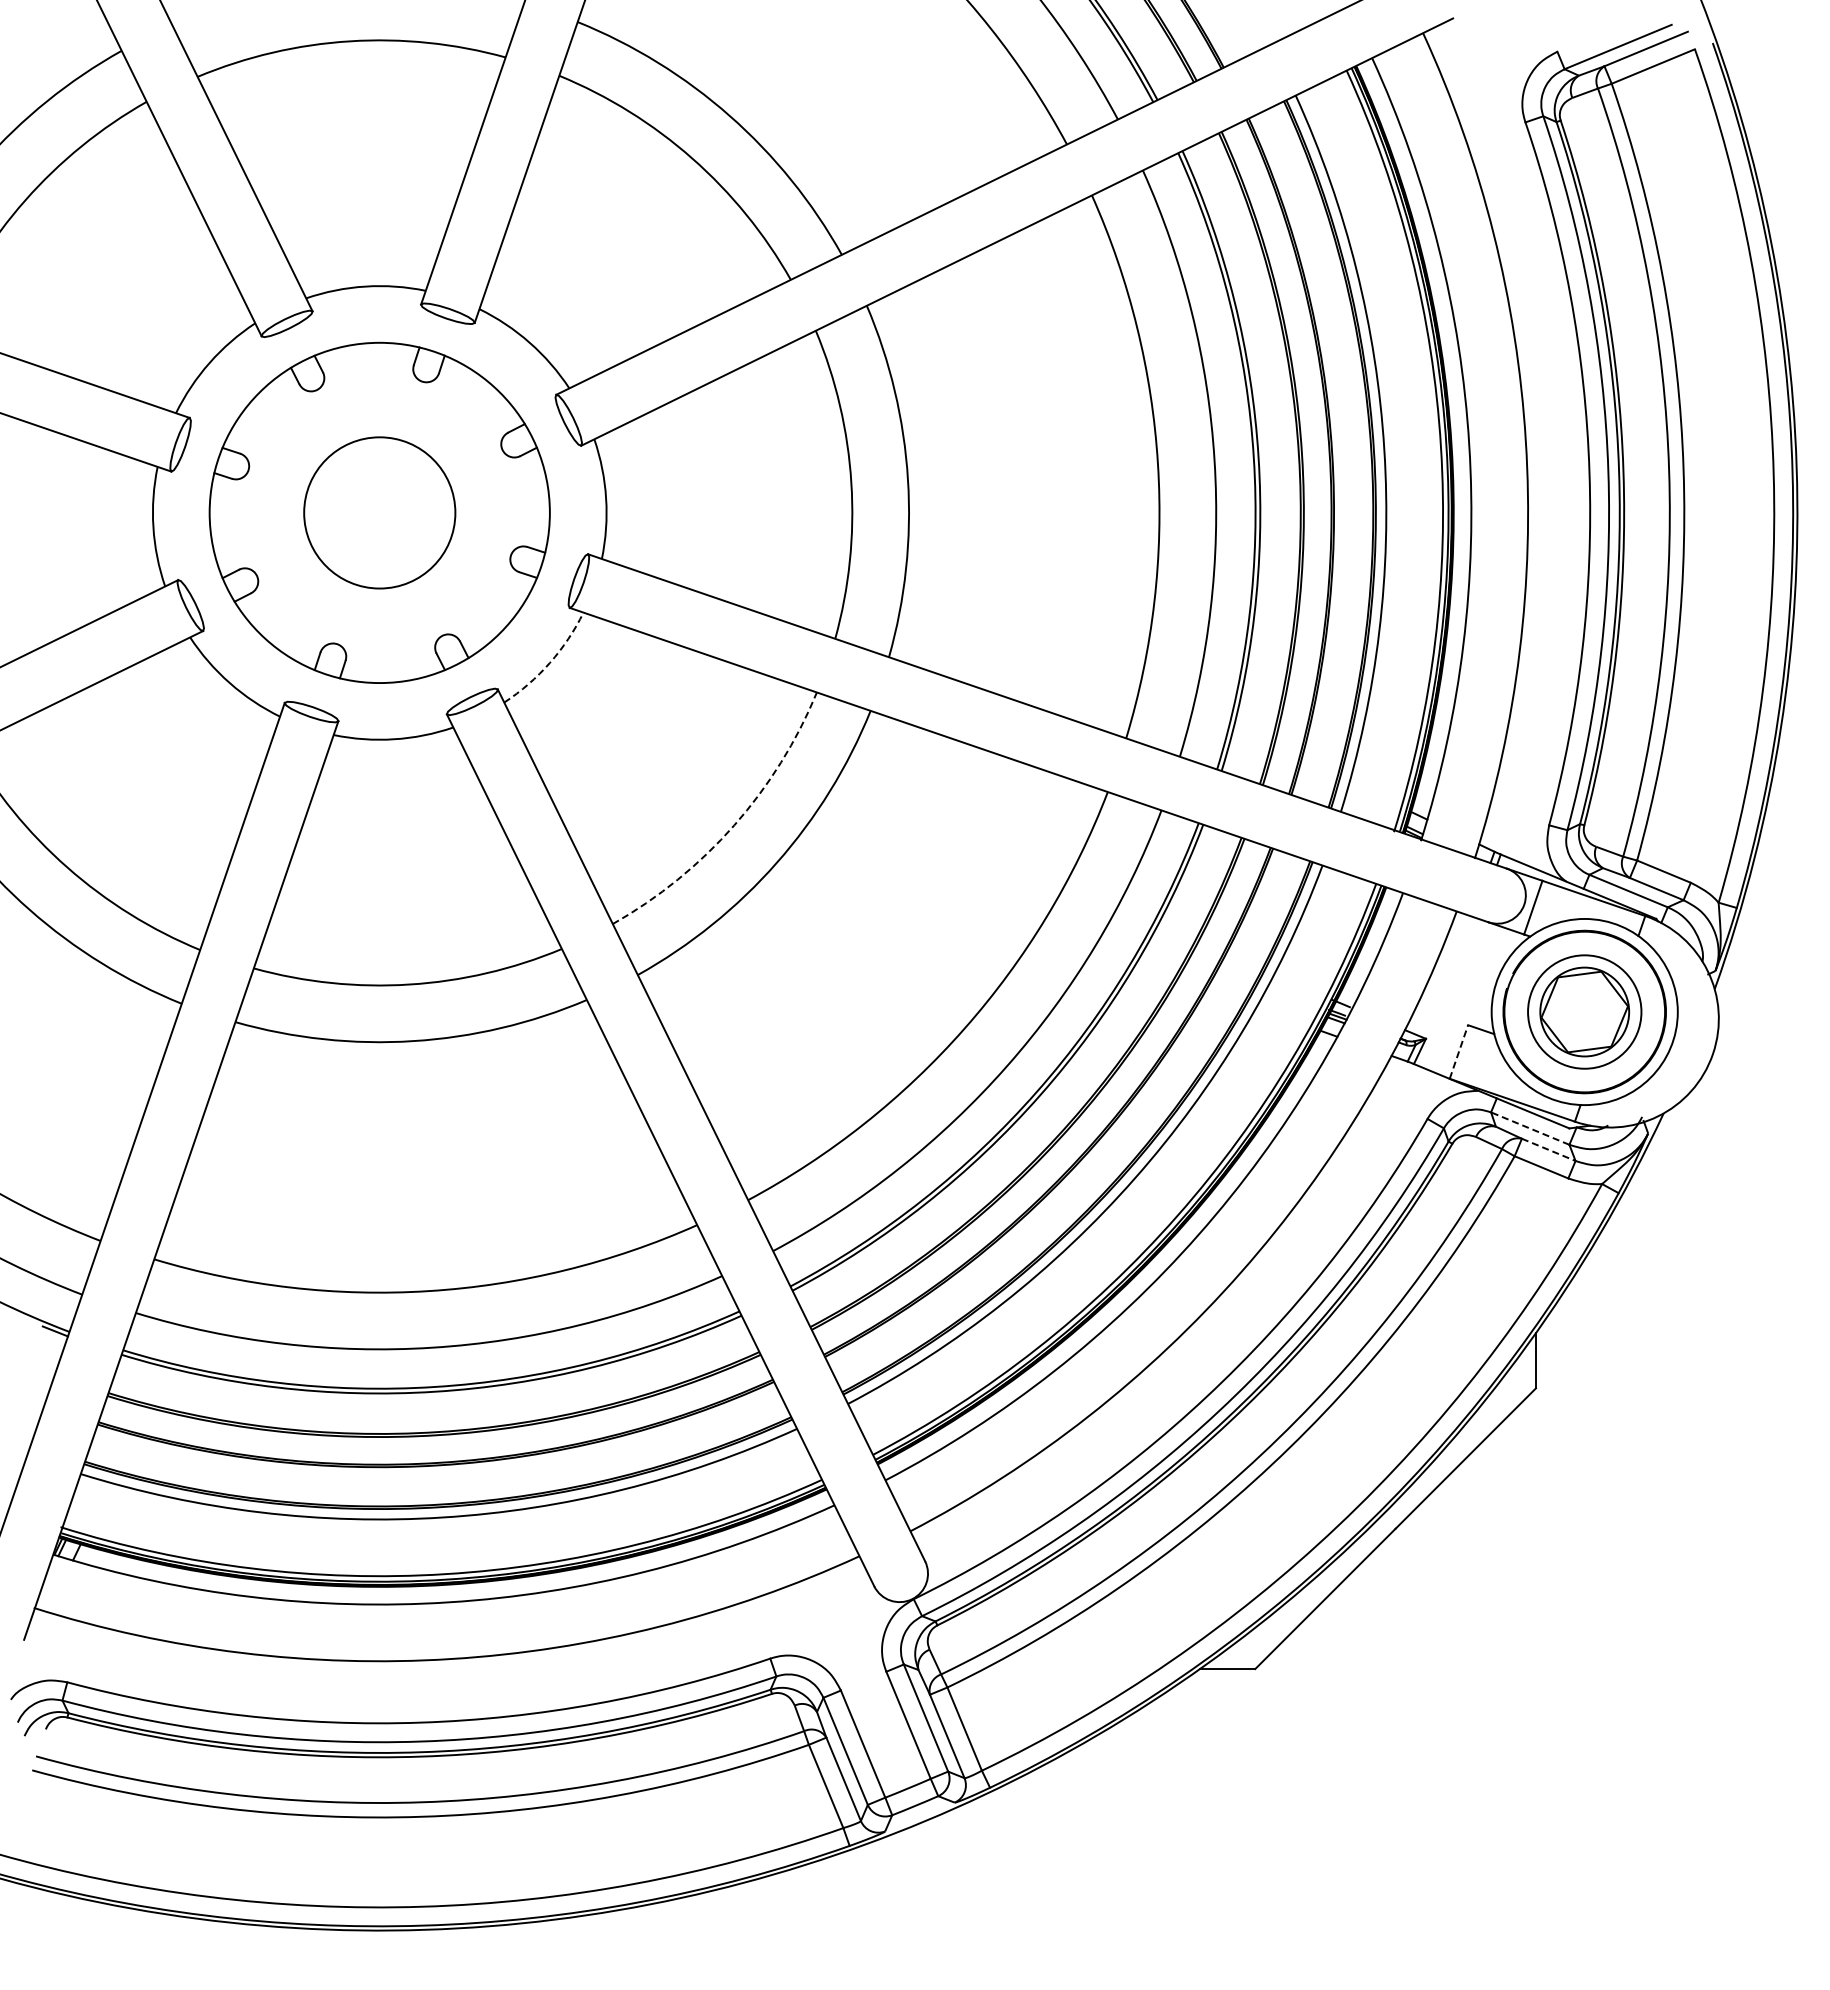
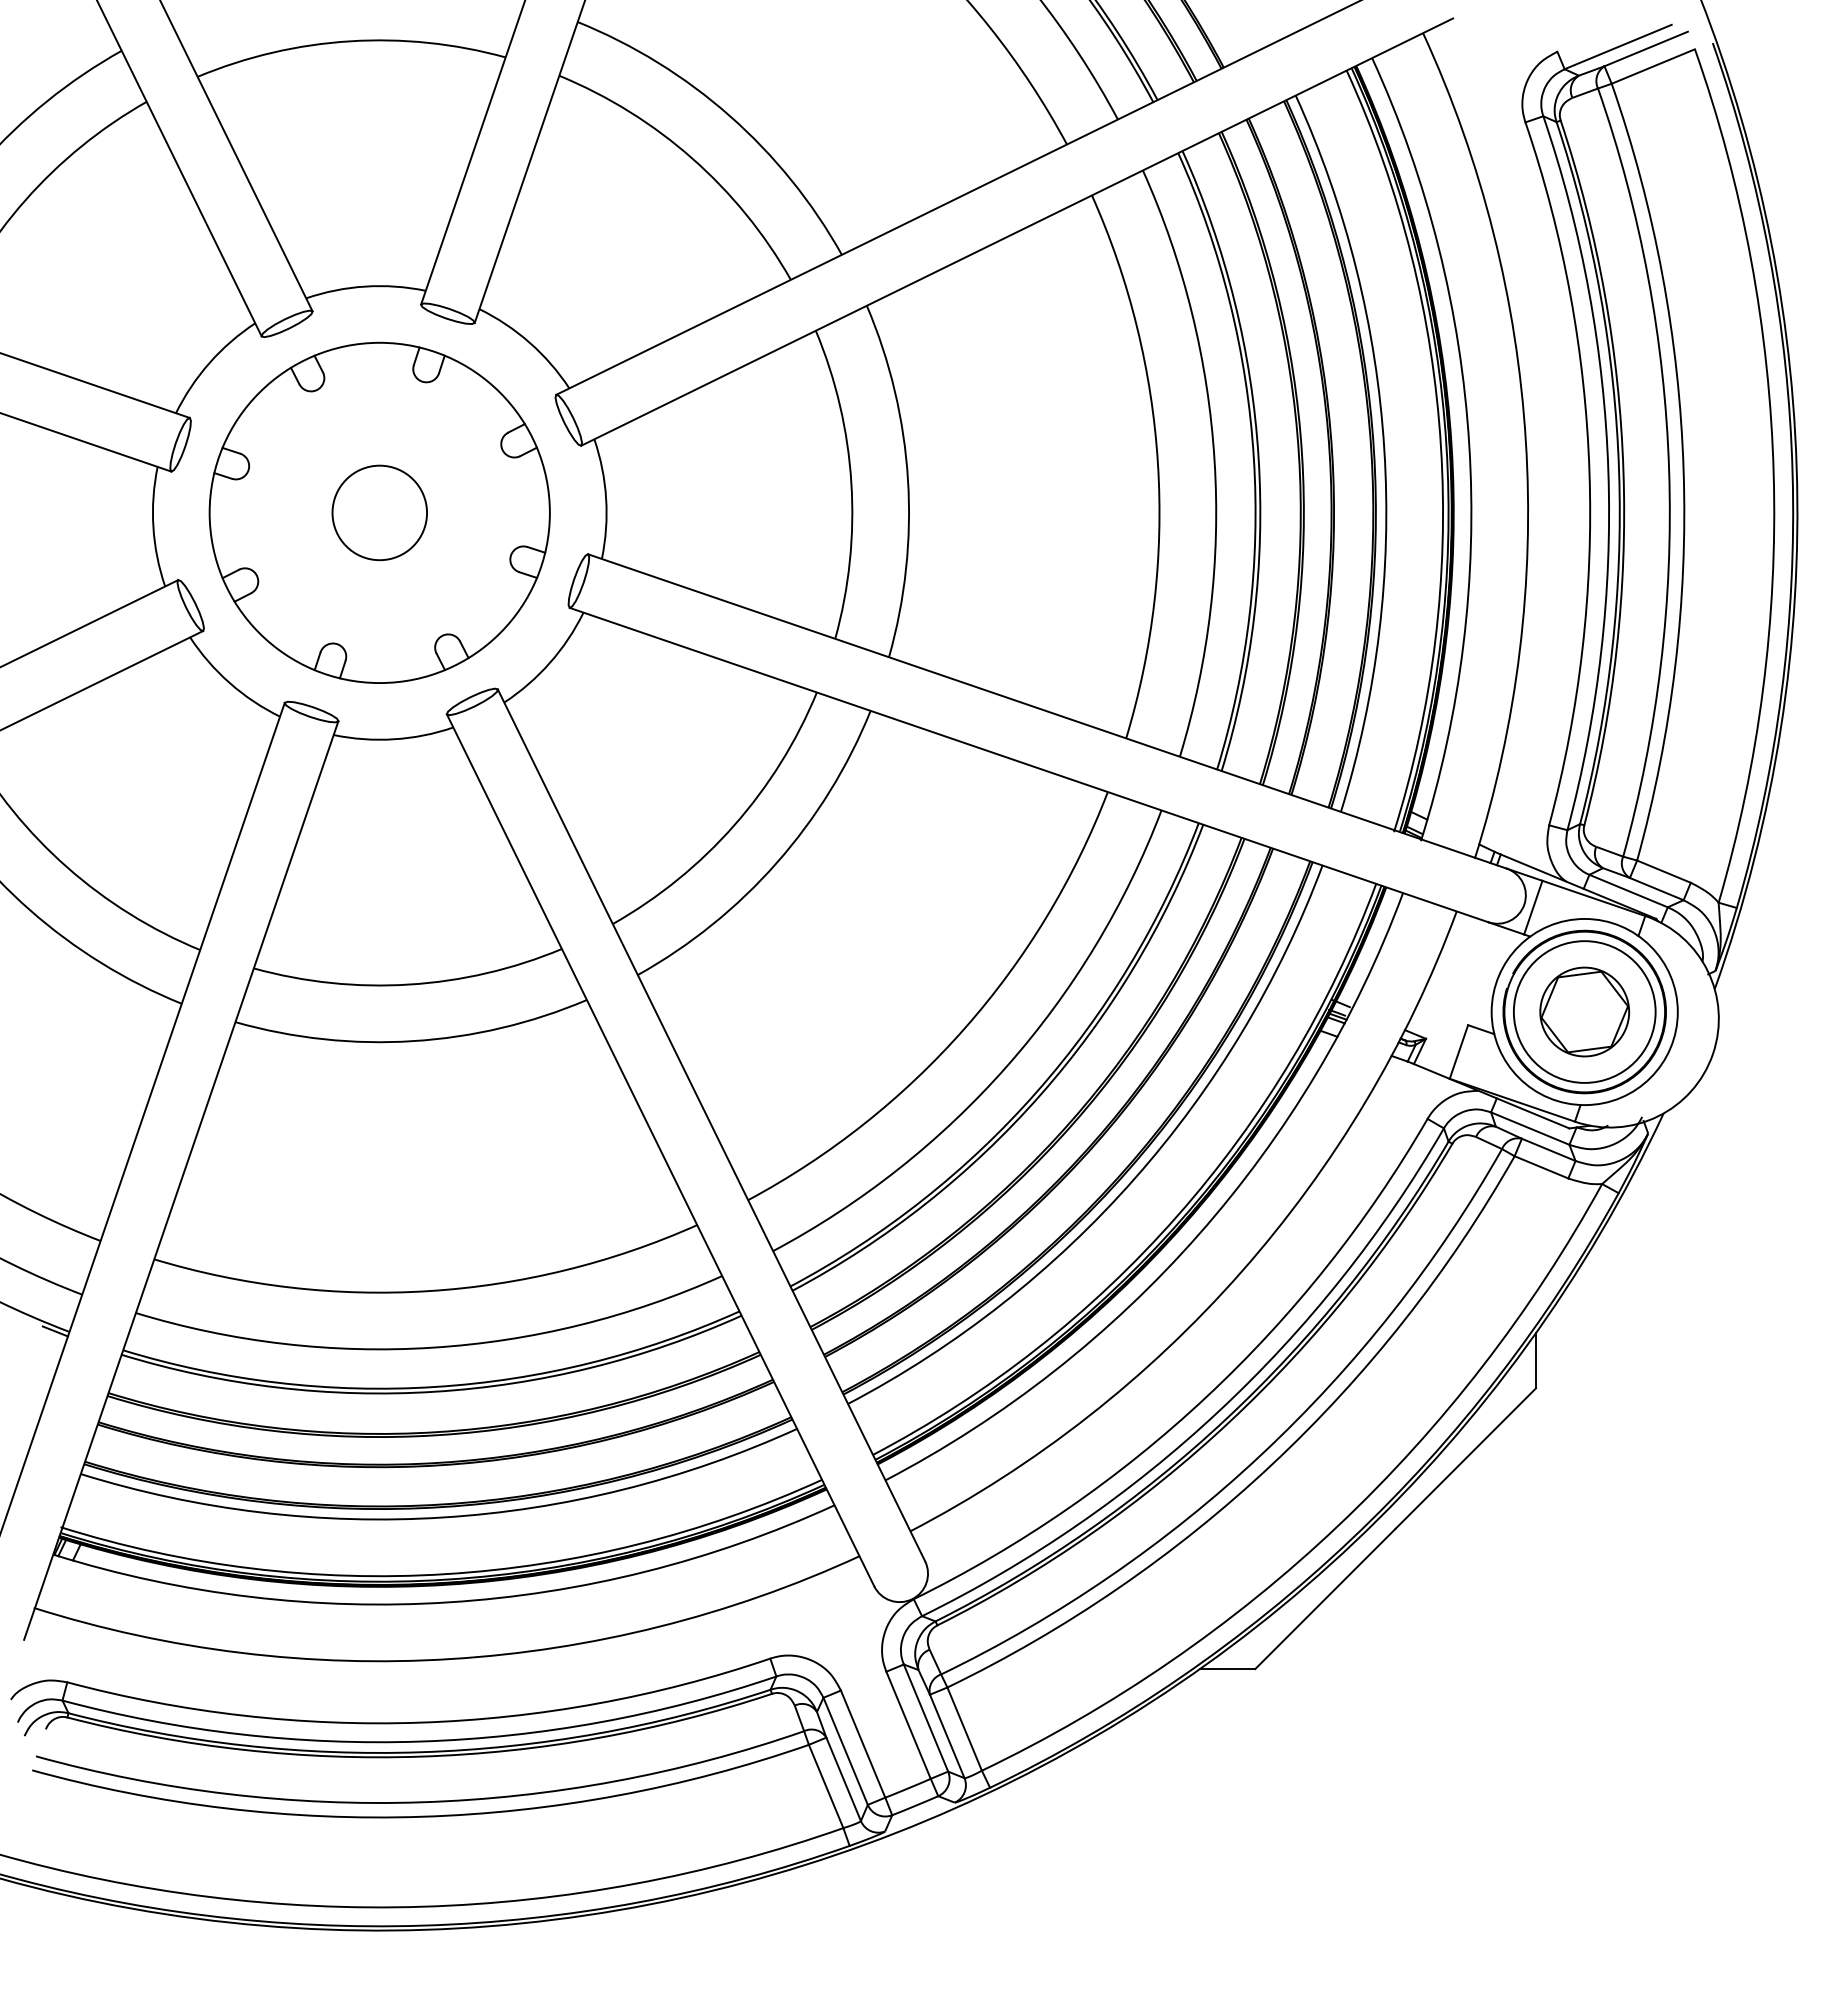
circle at (379, 512) diameter: 151 px -> 95 px
arc at (549, 662): dashed -> solid
arc at (734, 825): dashed -> solid
circle at (1584, 1011) diameter: 113 px -> 142 px
line at (1459, 1051): dashed -> solid
line at (1529, 1128): dashed -> solid
line at (1549, 1150): dashed -> solid
